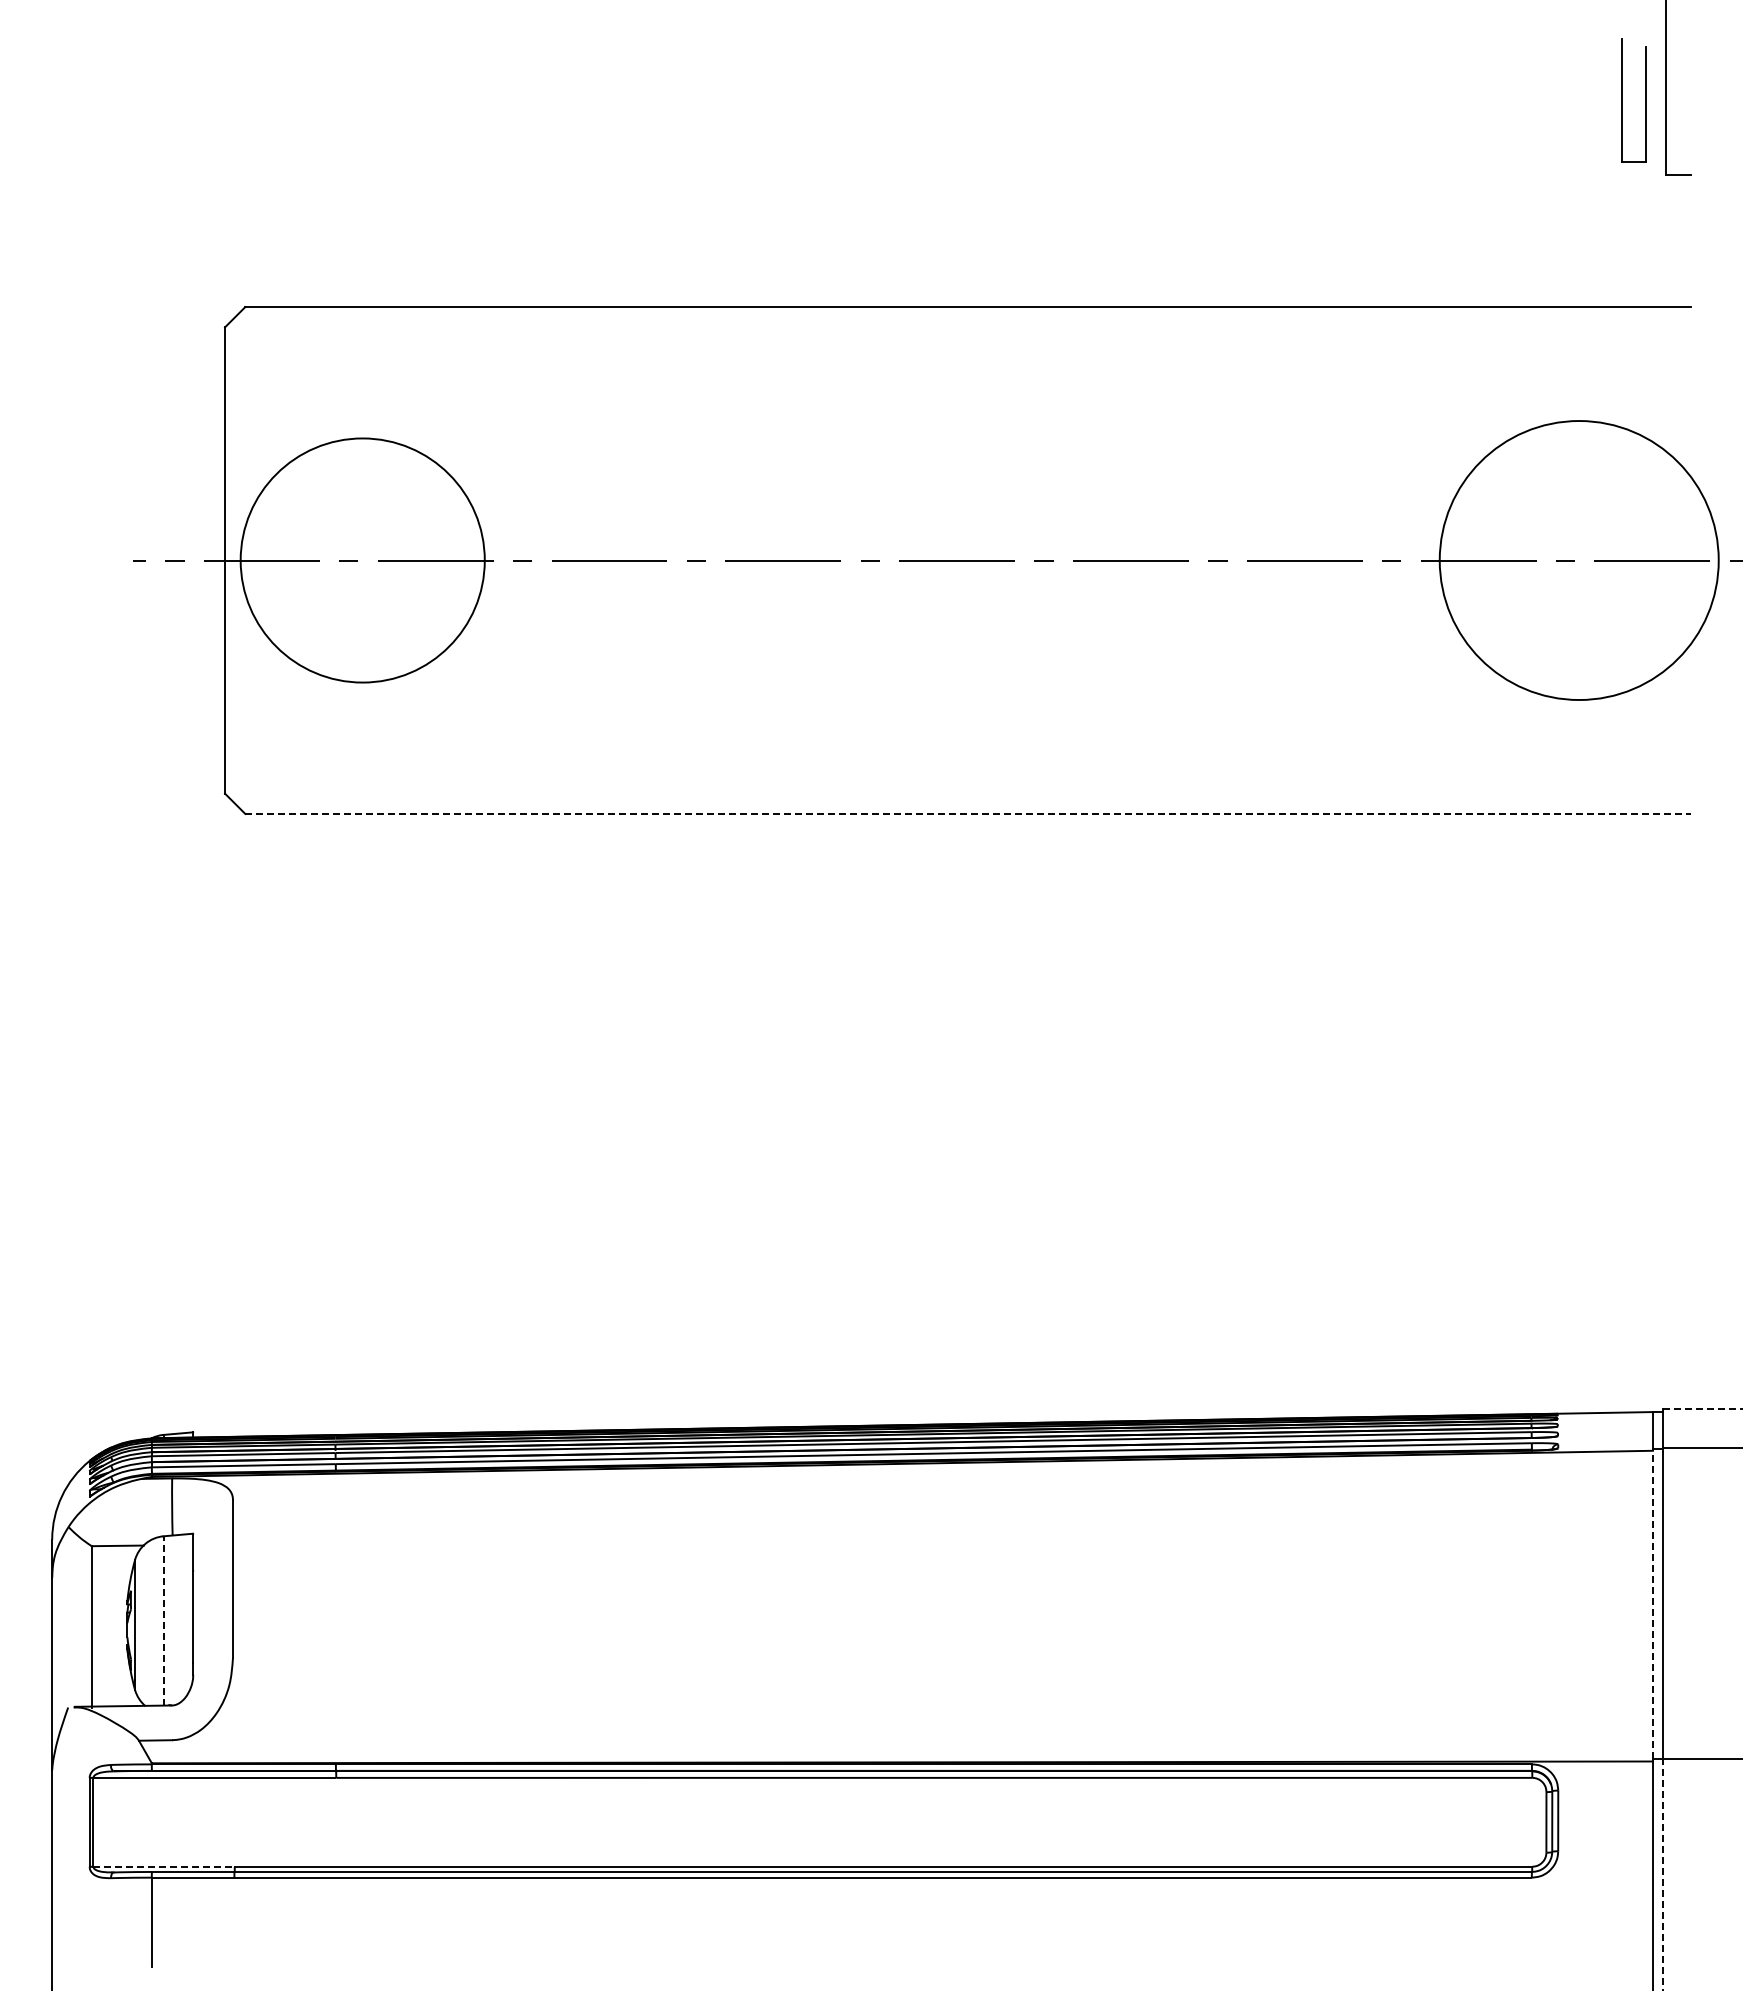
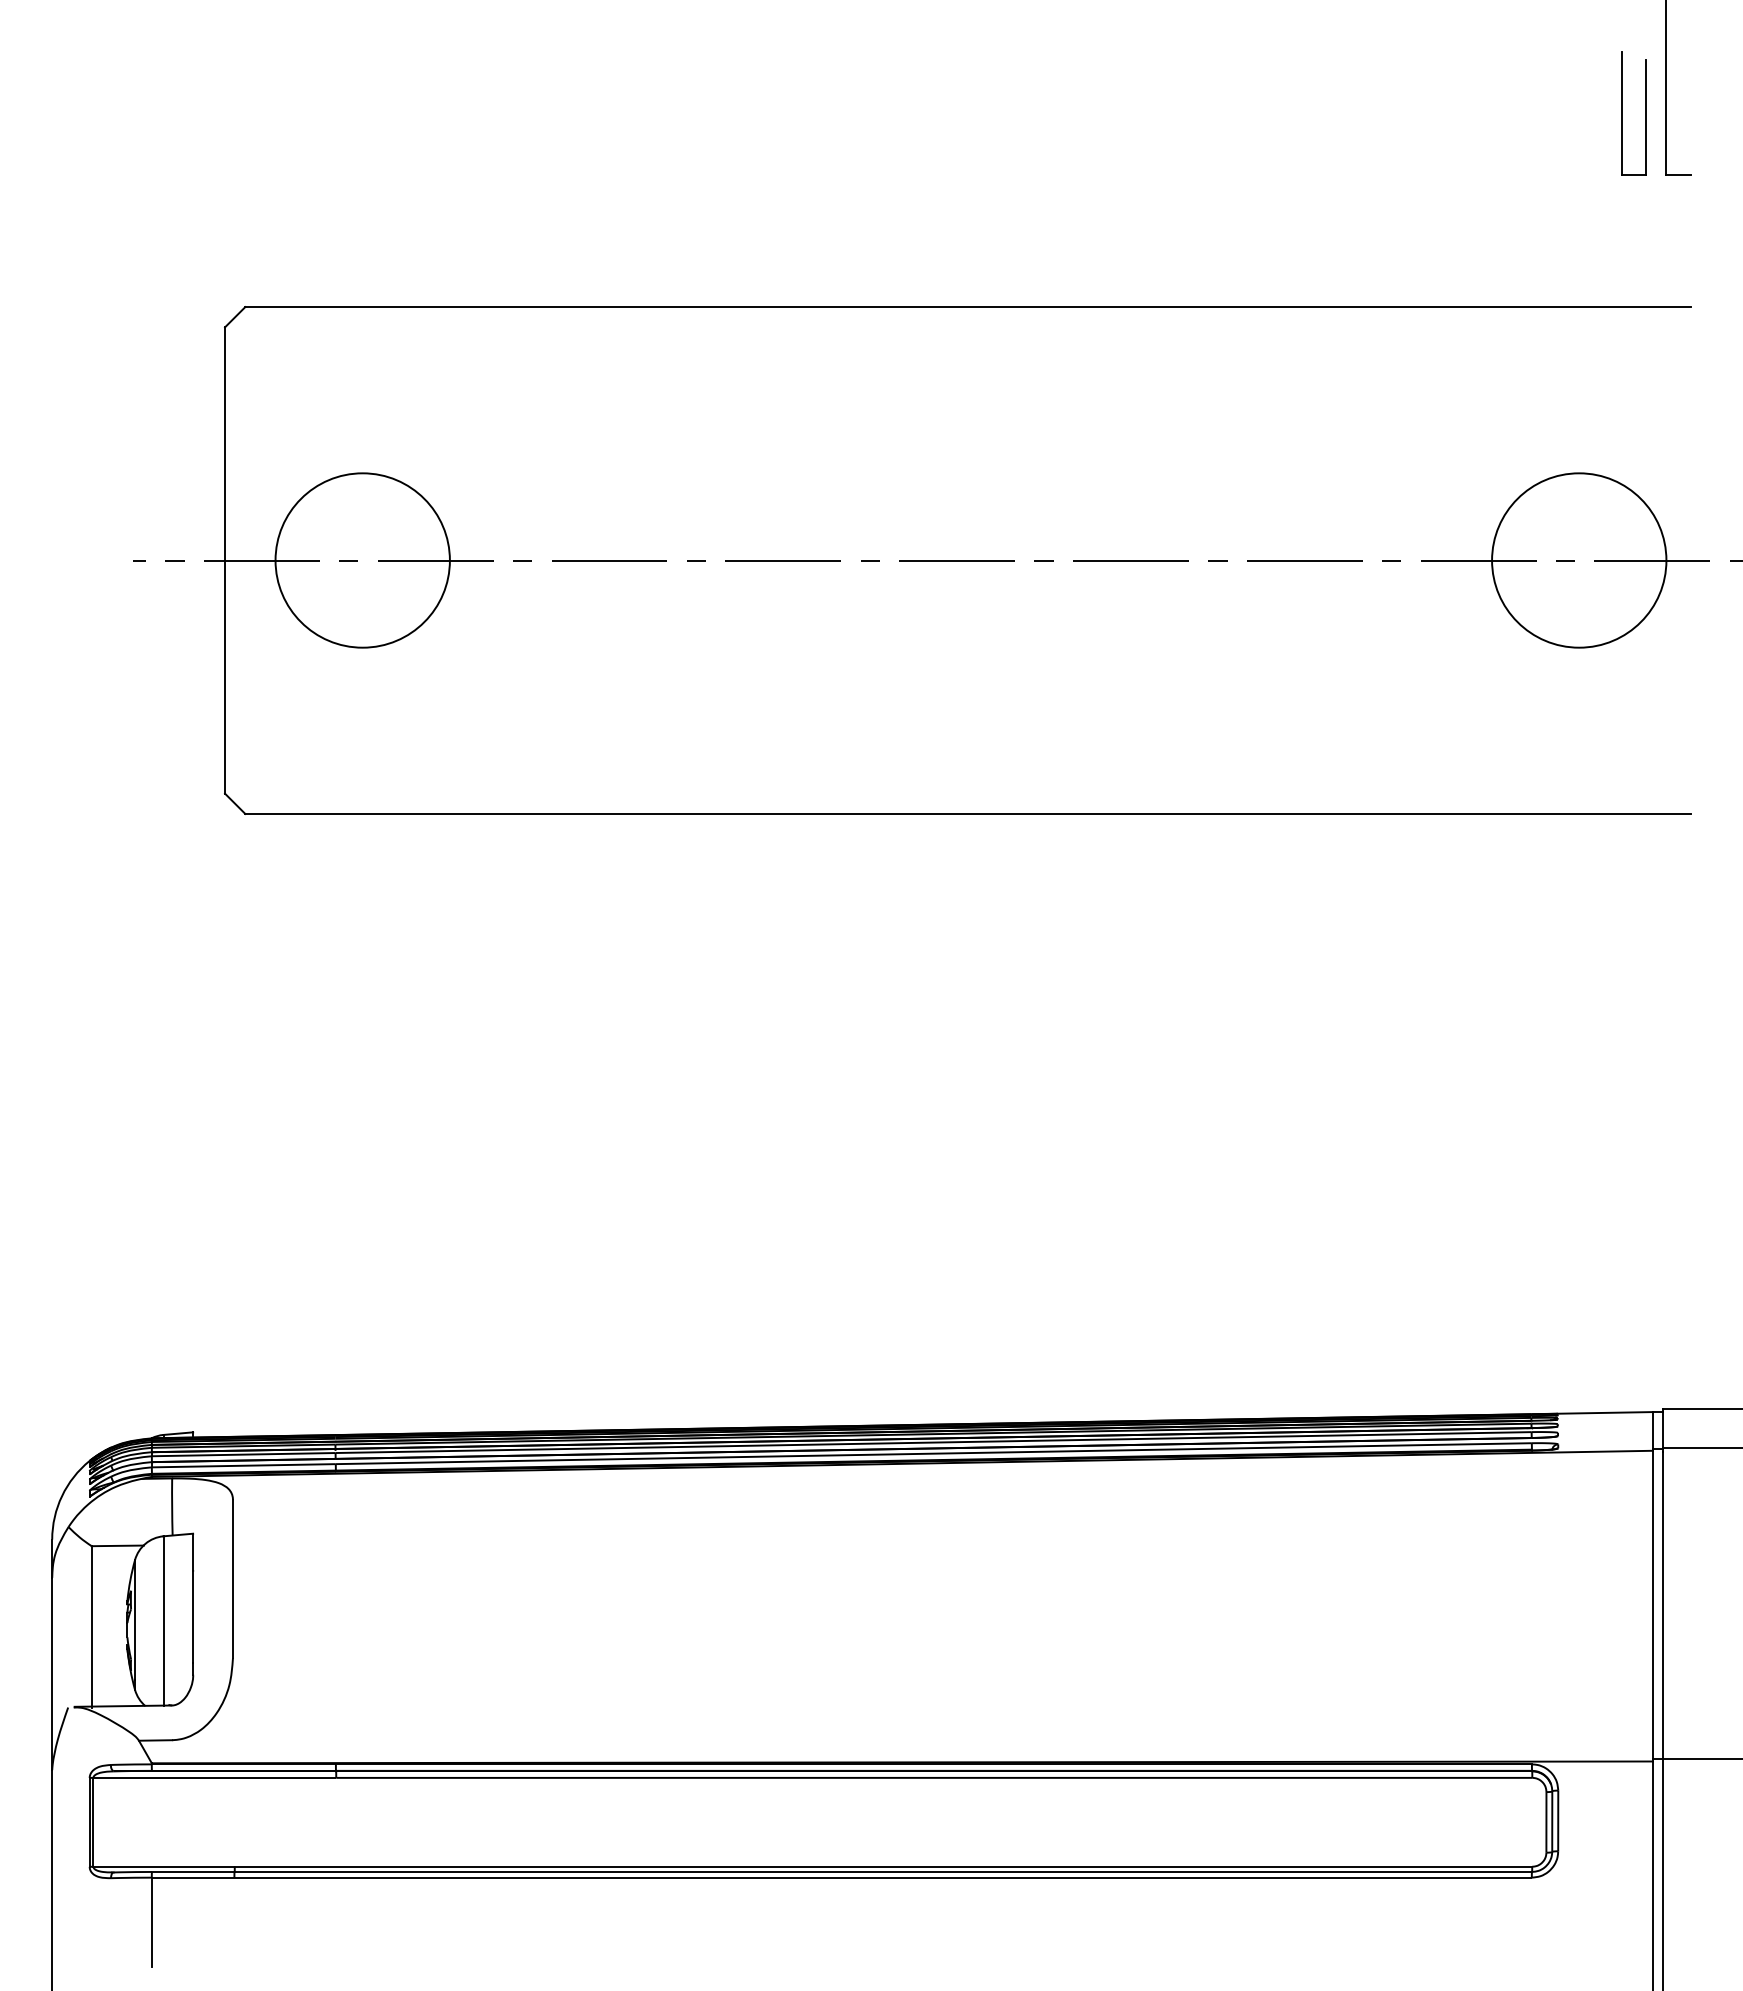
part at (1622, 100) position: (1622, 100) -> (1622, 113)
circle at (362, 560) diameter: 244 px -> 174 px
circle at (1578, 560) diameter: 279 px -> 174 px
line at (968, 813): dashed -> solid
line at (1703, 1409): dashed -> solid
line at (1652, 1603): dashed -> solid
line at (163, 1620): dashed -> solid
line at (164, 1866): dashed -> solid
line at (1663, 1874): dashed -> solid
